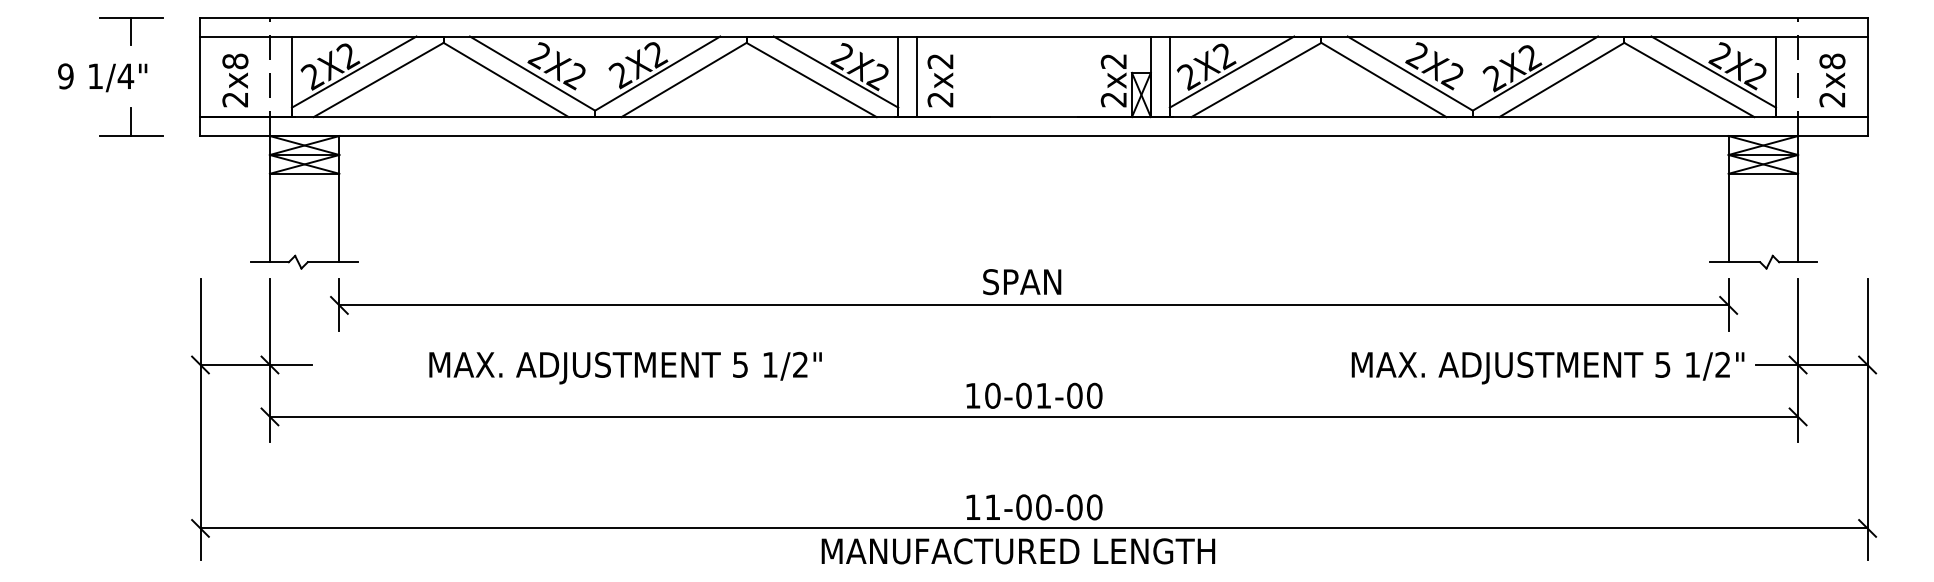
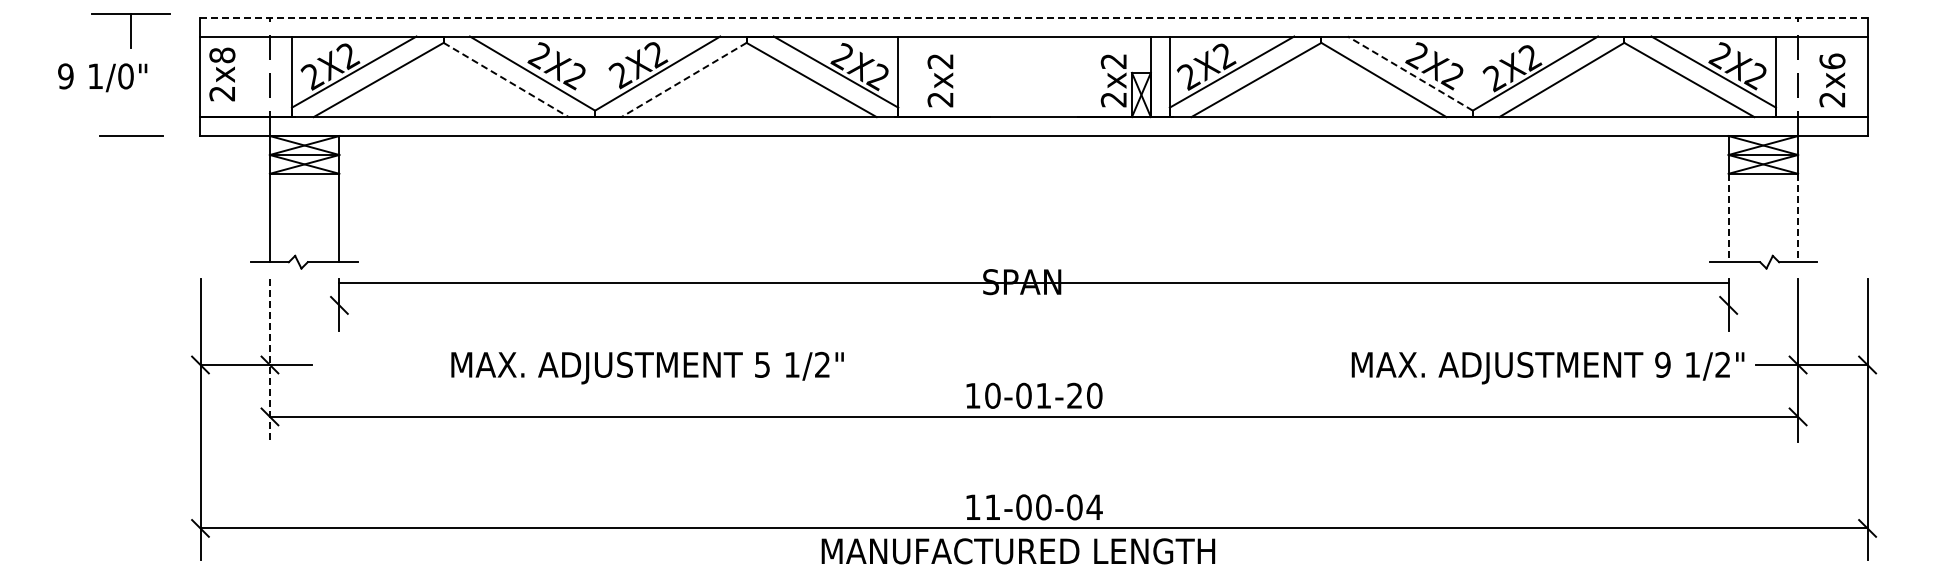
line at (1034, 17): solid -> dashed
part at (131, 31) size: 65x29 px -> 80x36 px
text at (1832, 61): 2x8 -> 2x6
line at (1410, 73): solid -> dashed
text at (125, 76): 1/4" -> 1/0"
line at (917, 76): present -> none
line at (506, 79): solid -> dashed
line at (684, 79): solid -> dashed
text at (235, 80) position: (235, 80) -> (222, 74)
line at (131, 121): present -> none
line at (1728, 218): solid -> dashed
line at (1798, 218): solid -> dashed
line at (1033, 305) position: (1033, 305) -> (1033, 283)
line at (269, 361): solid -> dashed
text at (1662, 364): 5 -> 9
text at (625, 367) position: (625, 367) -> (647, 367)
text at (1074, 395): 10-01-00 -> 10-01-20
text at (1094, 507): 11-00-00 -> 11-00-04
